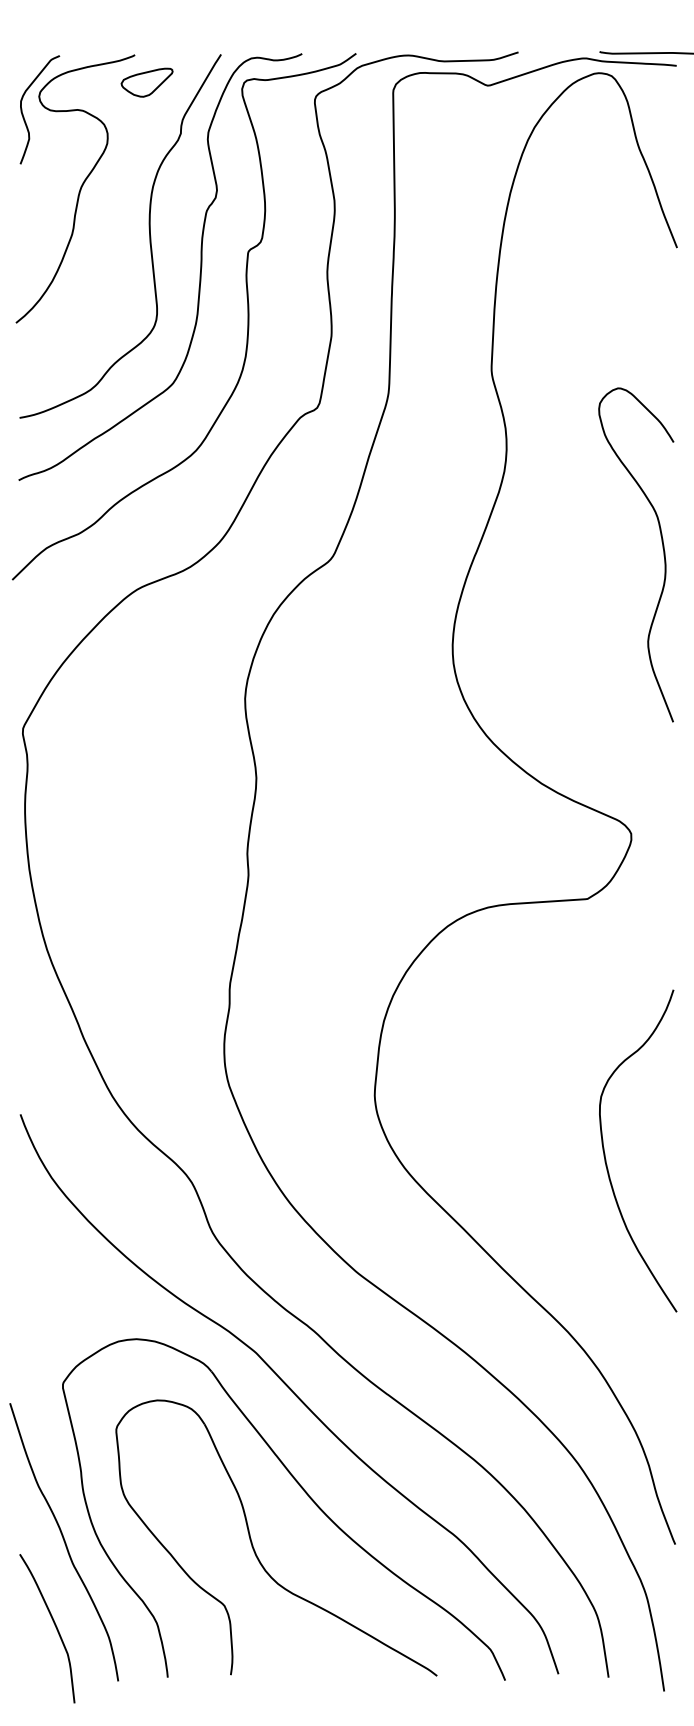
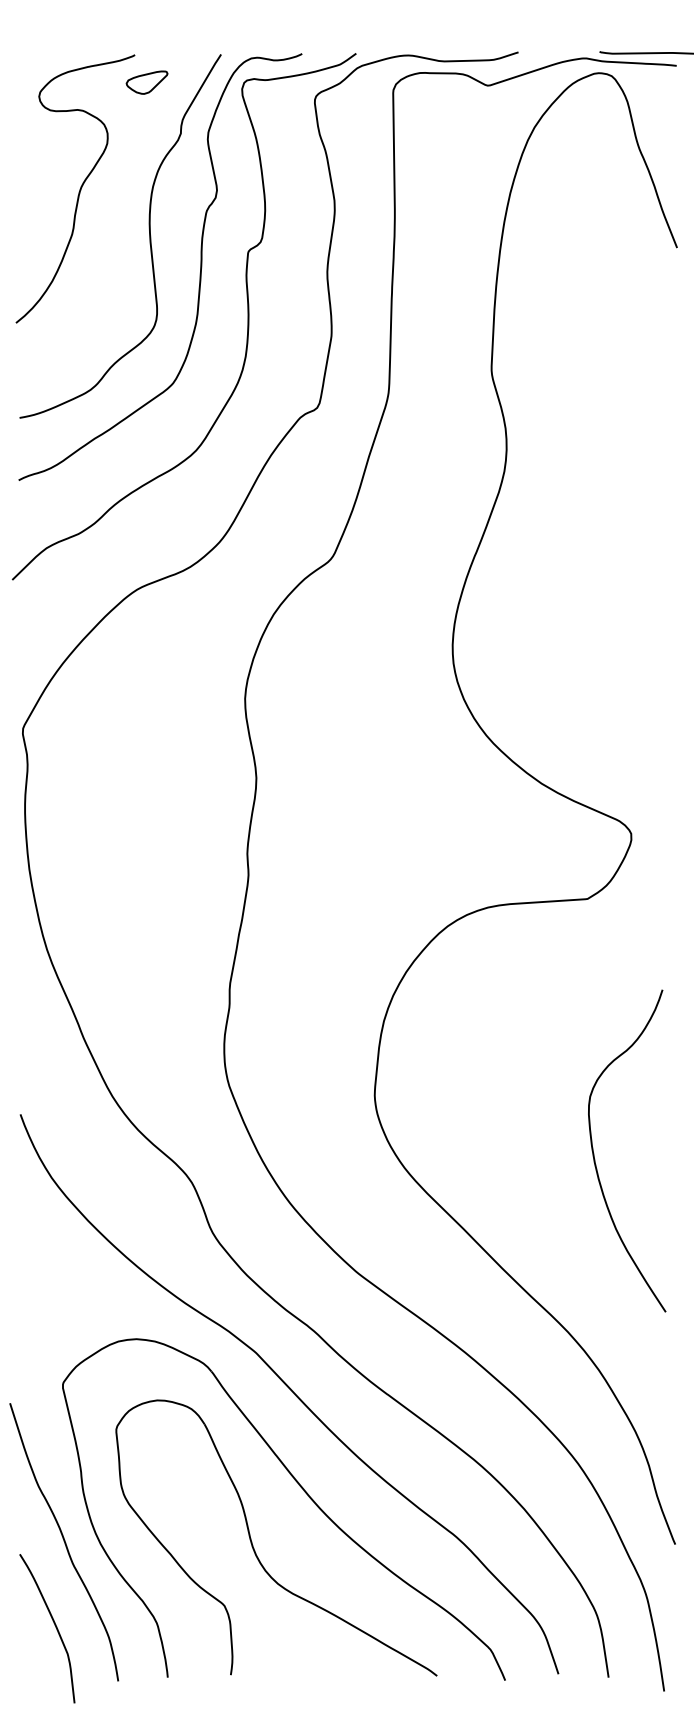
part at (146, 82) size: 54x31 px -> 44x25 px
curve at (23, 113): present -> none
curve at (662, 548): present -> none
curve at (605, 1153) position: (605, 1153) -> (594, 1153)
